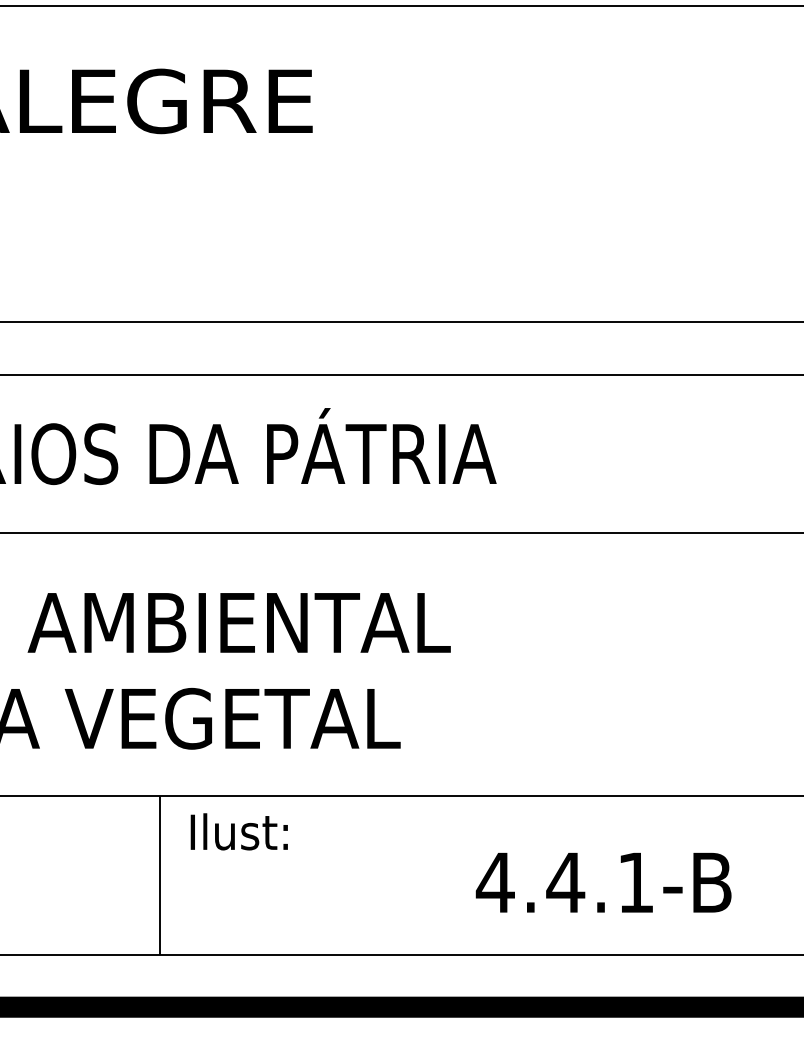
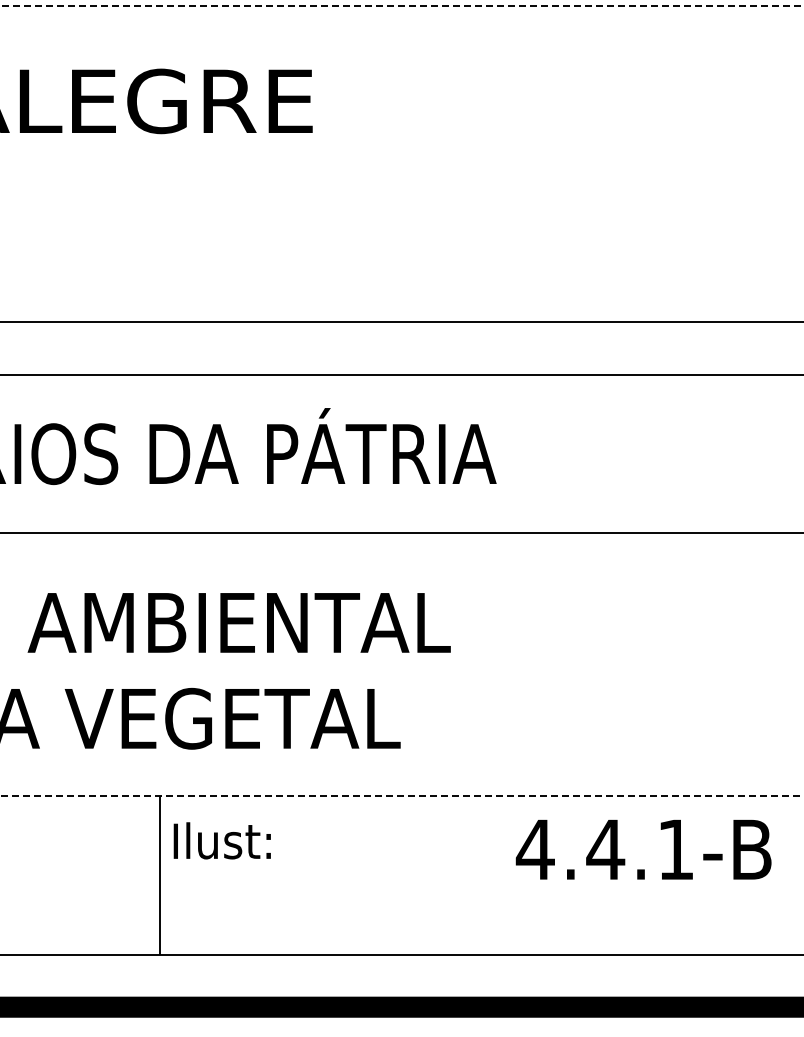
line at (402, 6): solid -> dashed
line at (402, 796): solid -> dashed
text at (238, 831) position: (238, 831) -> (221, 840)
text at (603, 882) position: (603, 882) -> (643, 849)
